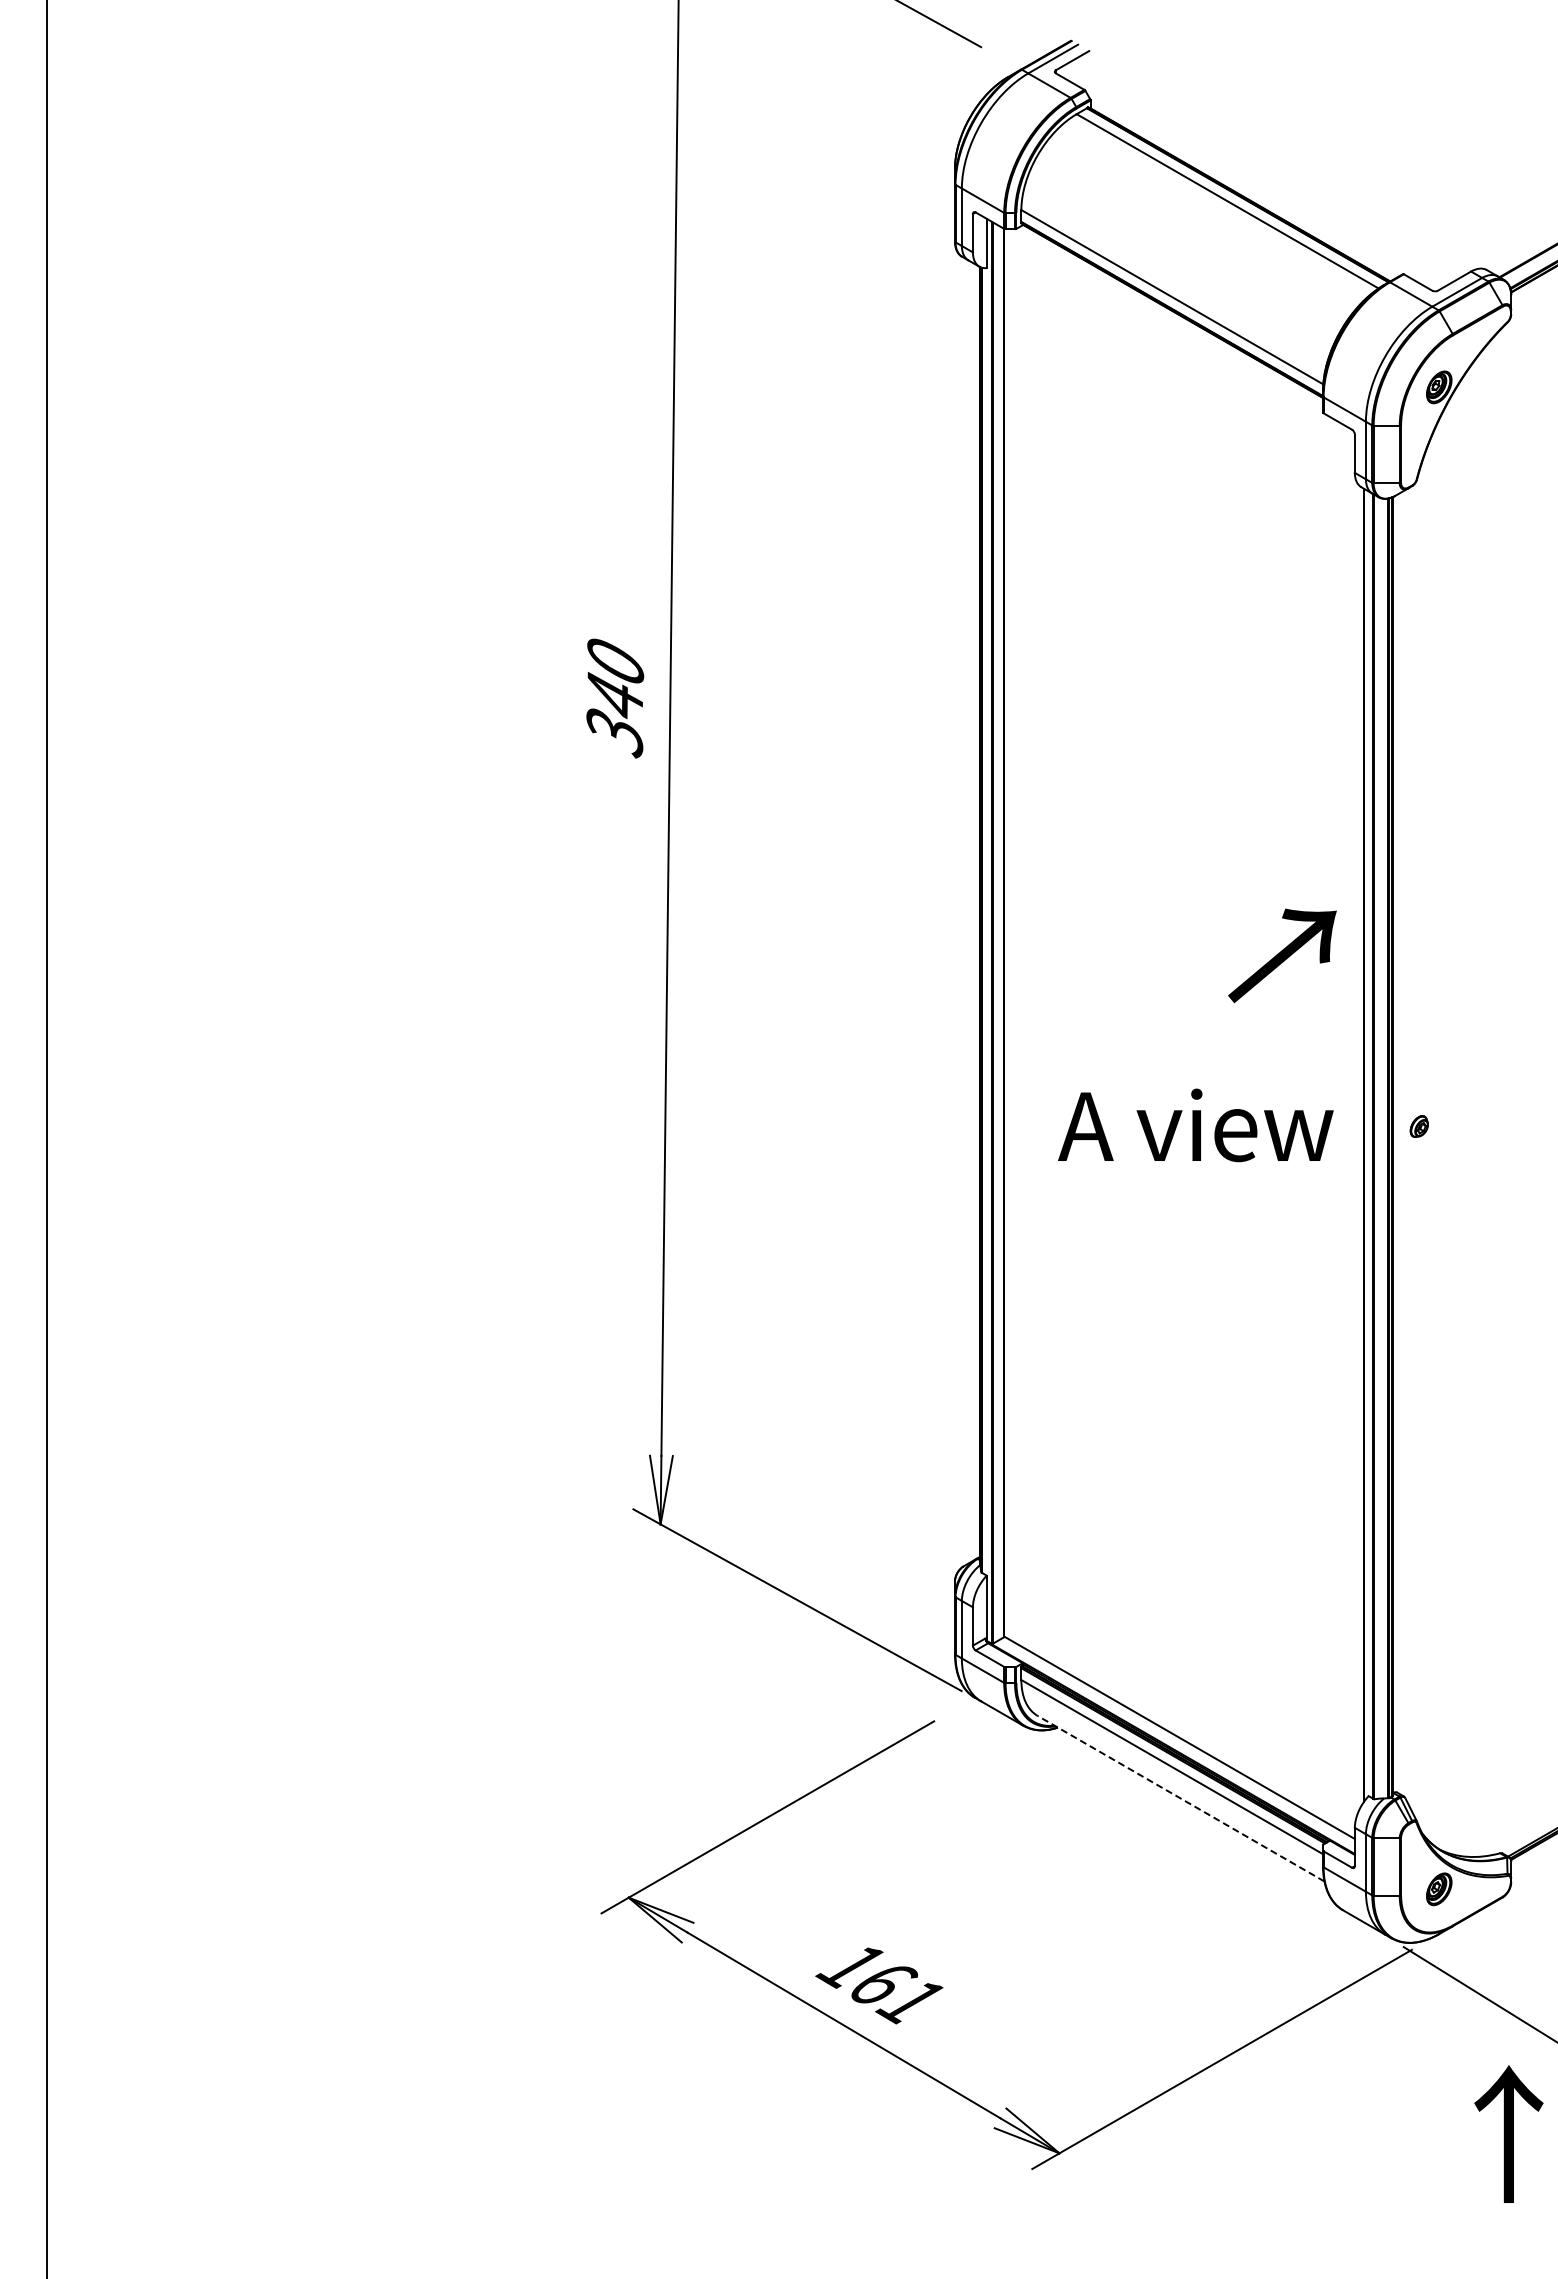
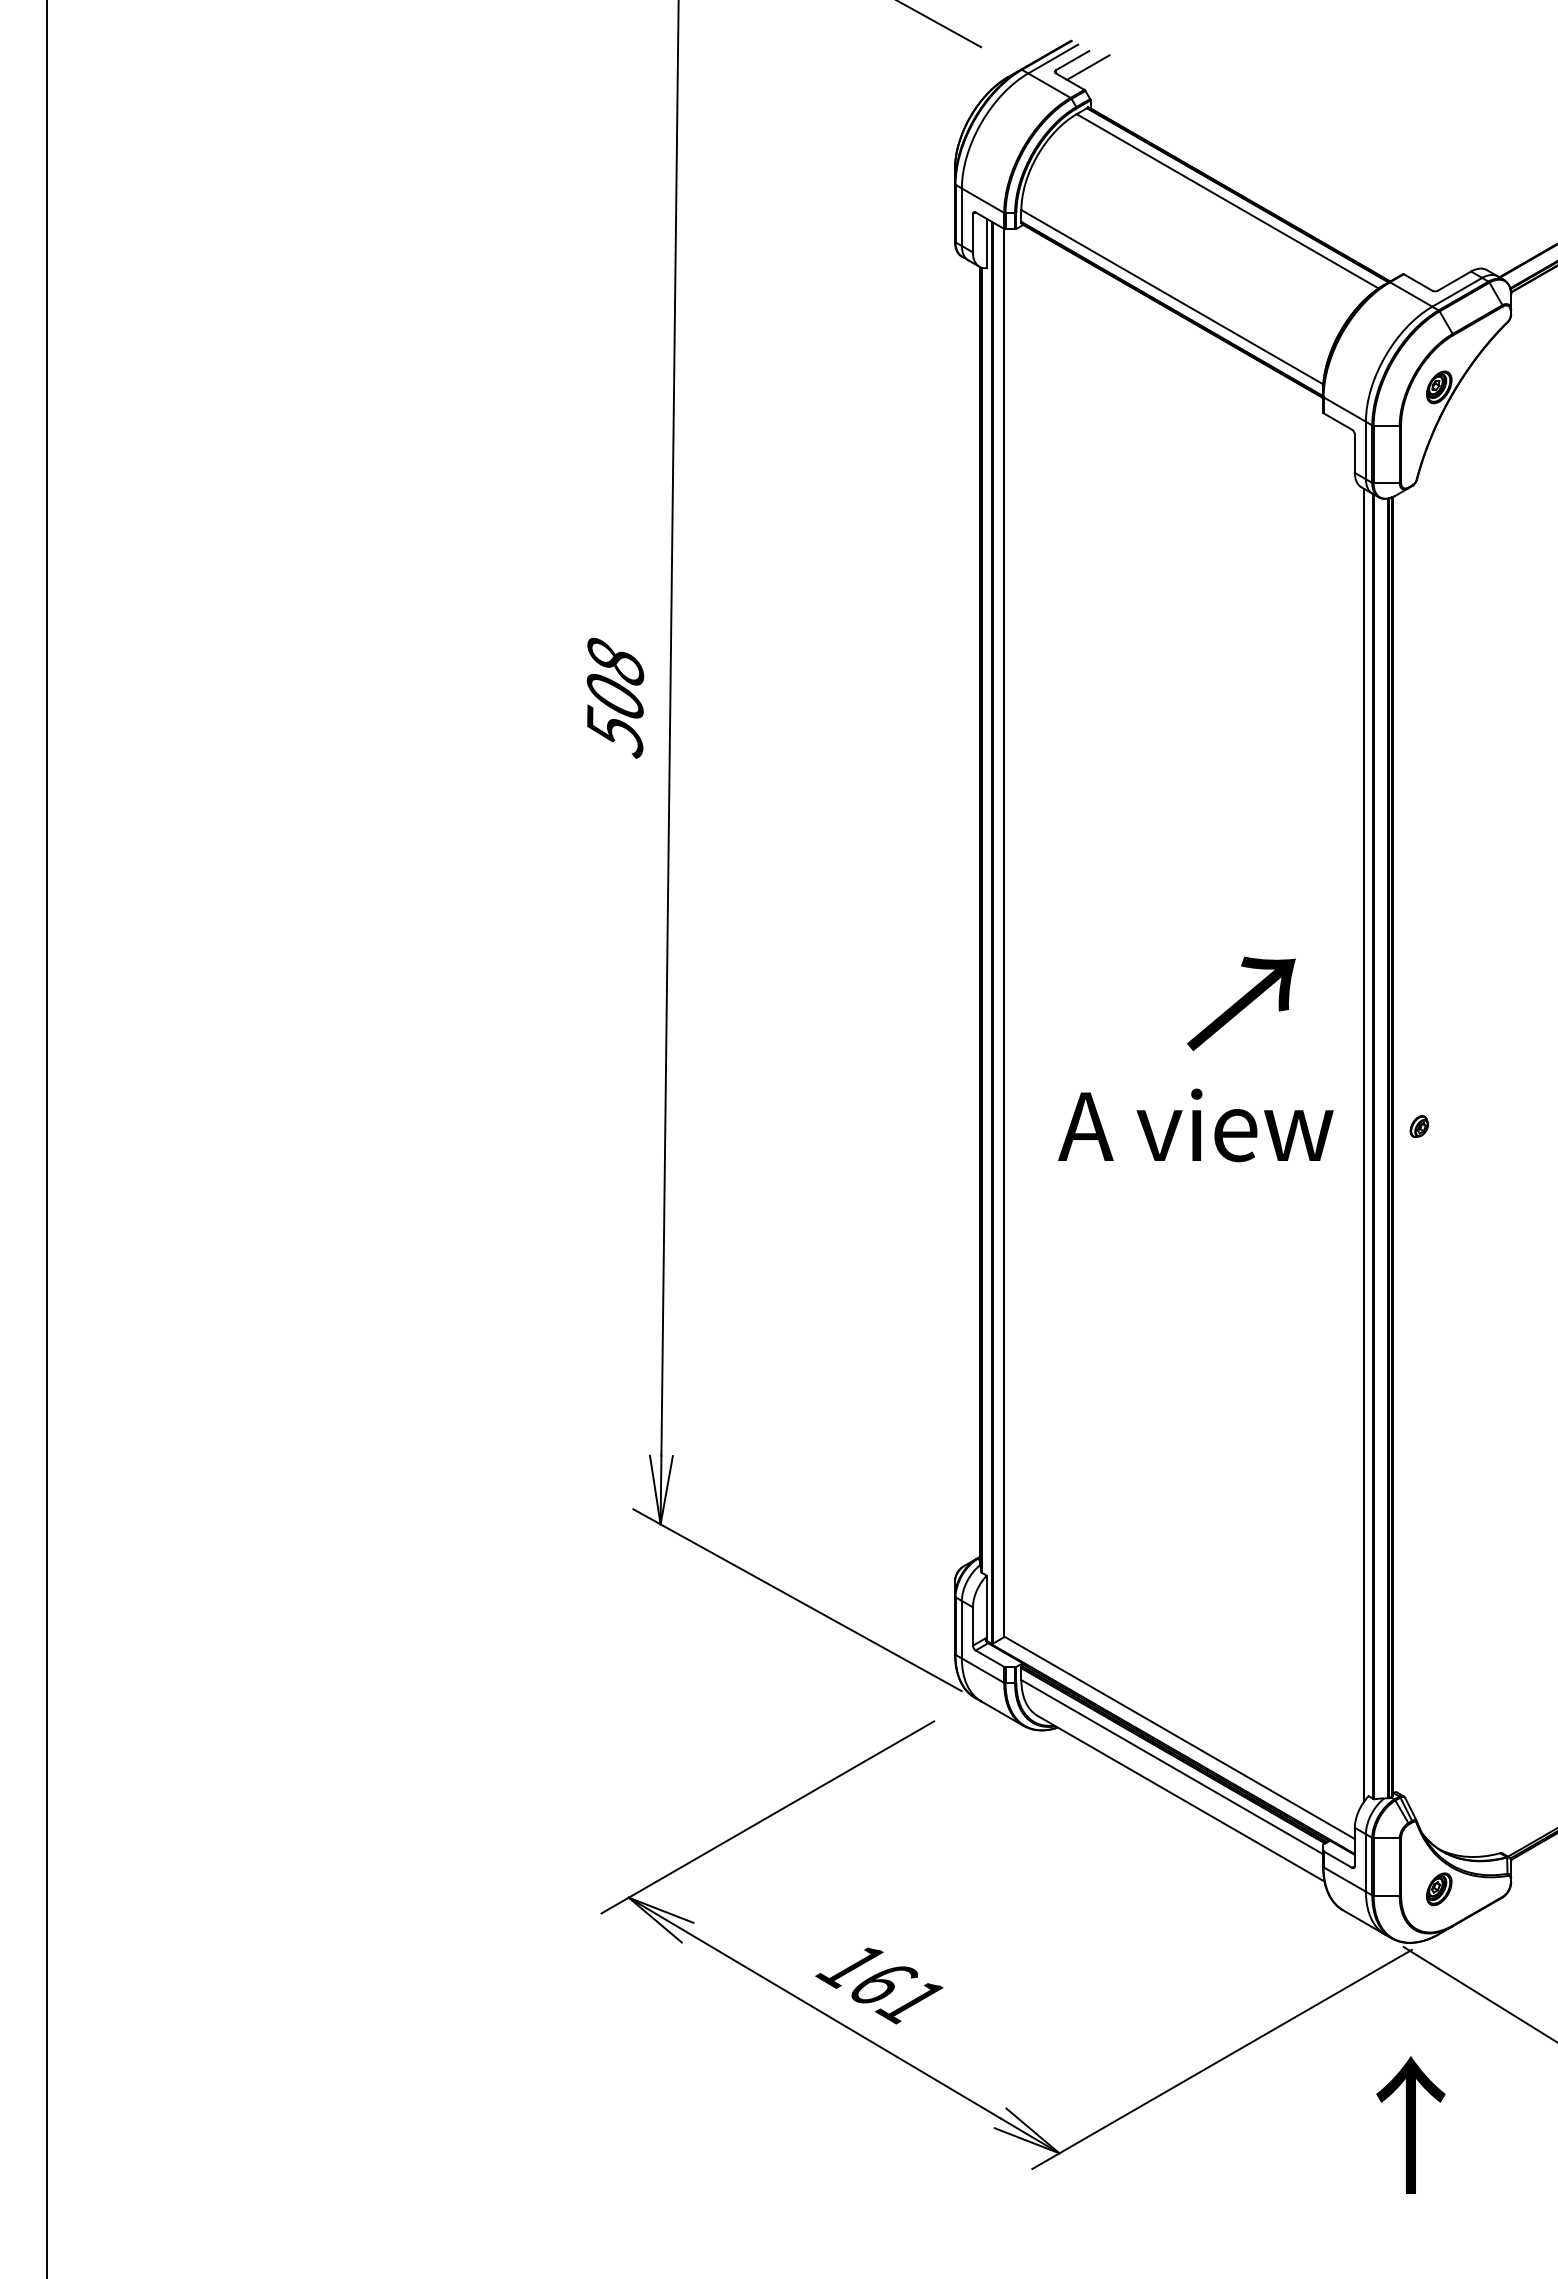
line at (1088, 67): none -> present
text at (614, 697): 340 -> 508
text at (1282, 955) position: (1282, 955) -> (1241, 1003)
line at (1181, 1798): dashed -> solid
text at (1508, 2133) position: (1508, 2133) -> (1410, 2124)
